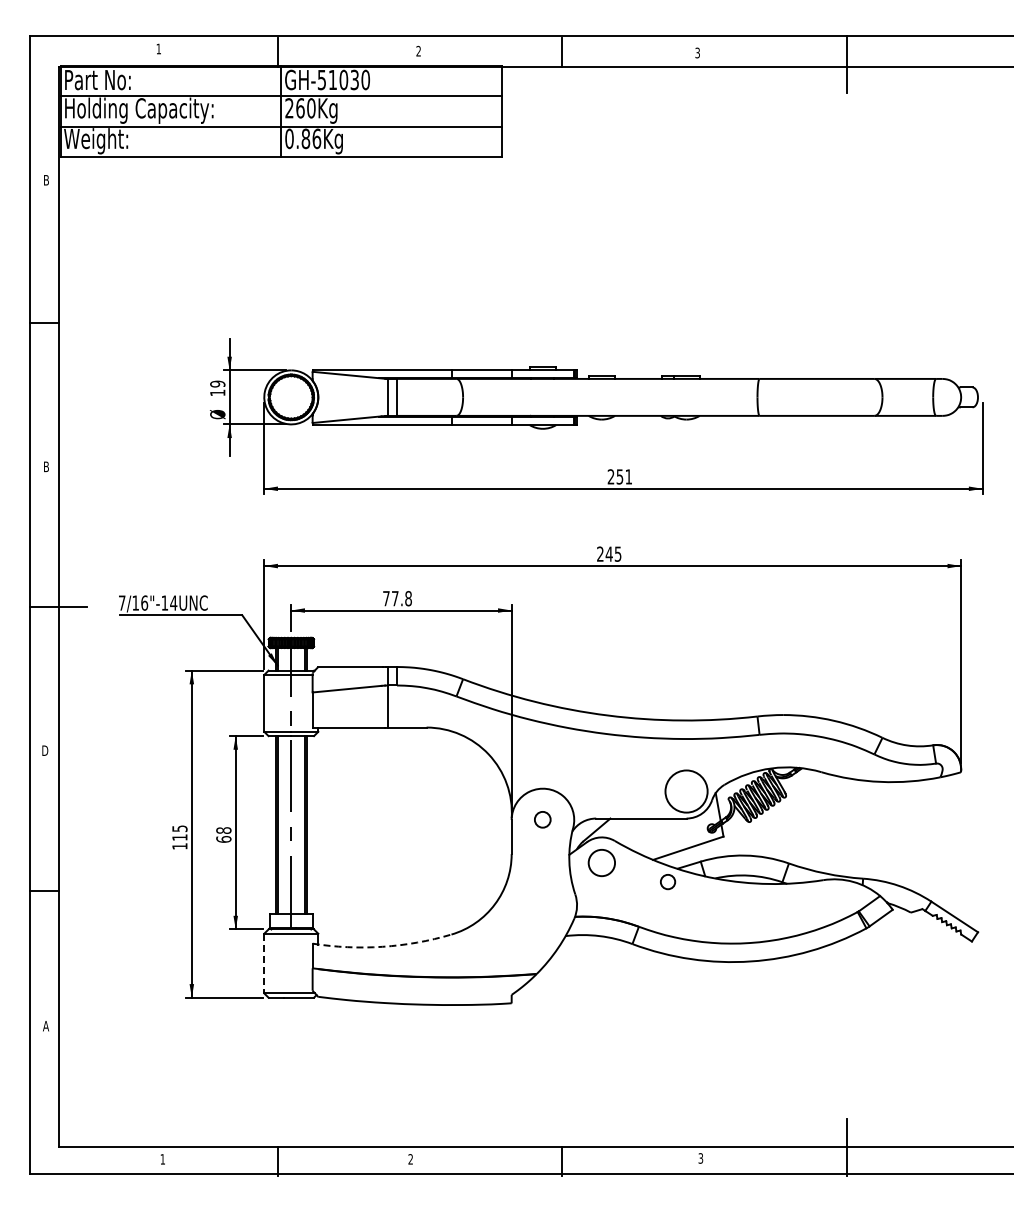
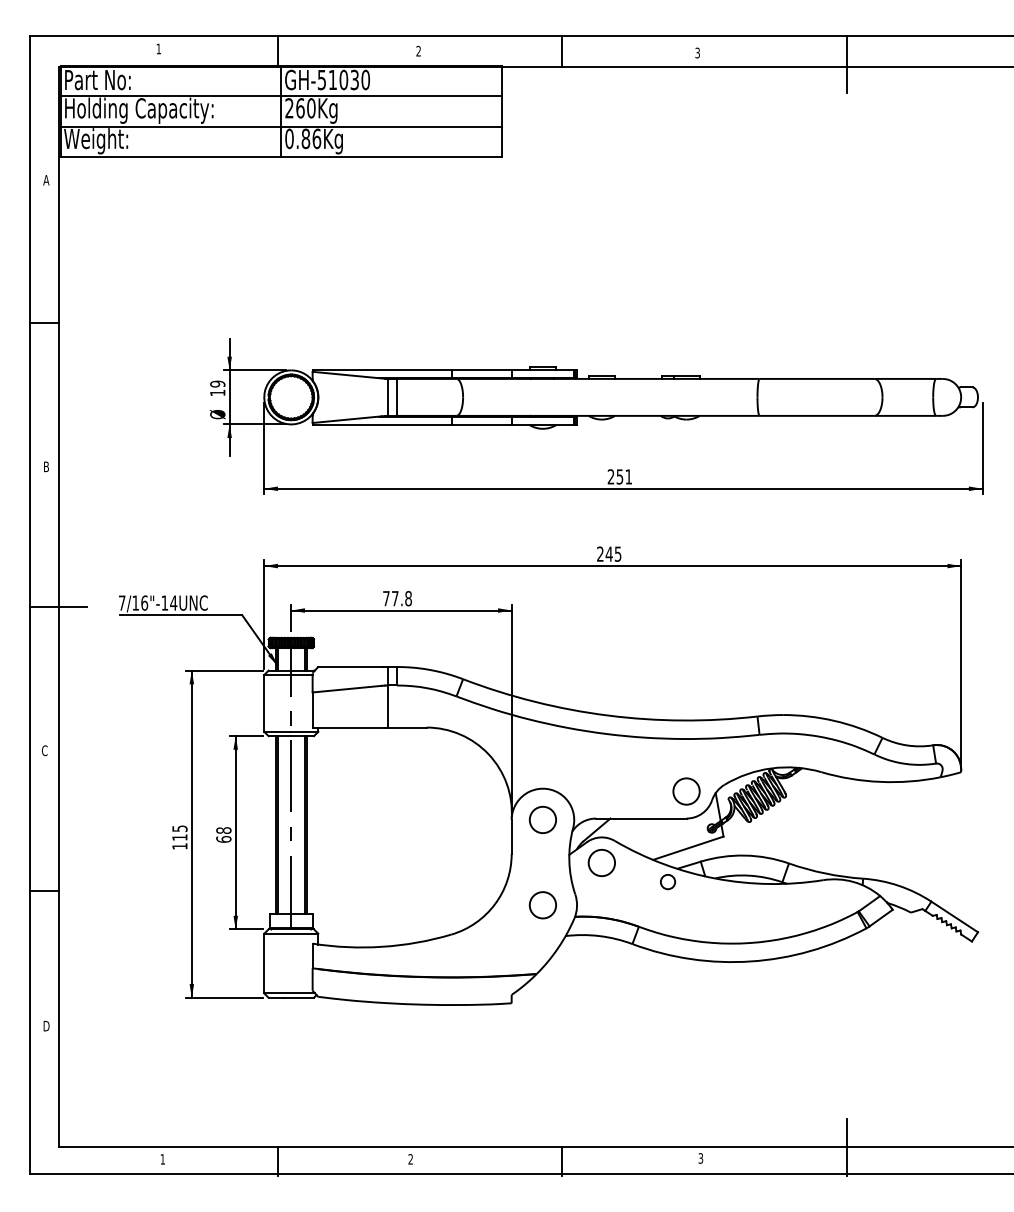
text at (46, 180): B -> A
text at (45, 750): D -> C
circle at (686, 791) diameter: 42 px -> 26 px
circle at (542, 819) size: 18x18 px -> 29x29 px
circle at (542, 905): none -> present
arc at (382, 946): dashed -> solid
line at (264, 963): dashed -> solid
text at (46, 1025): A -> D
